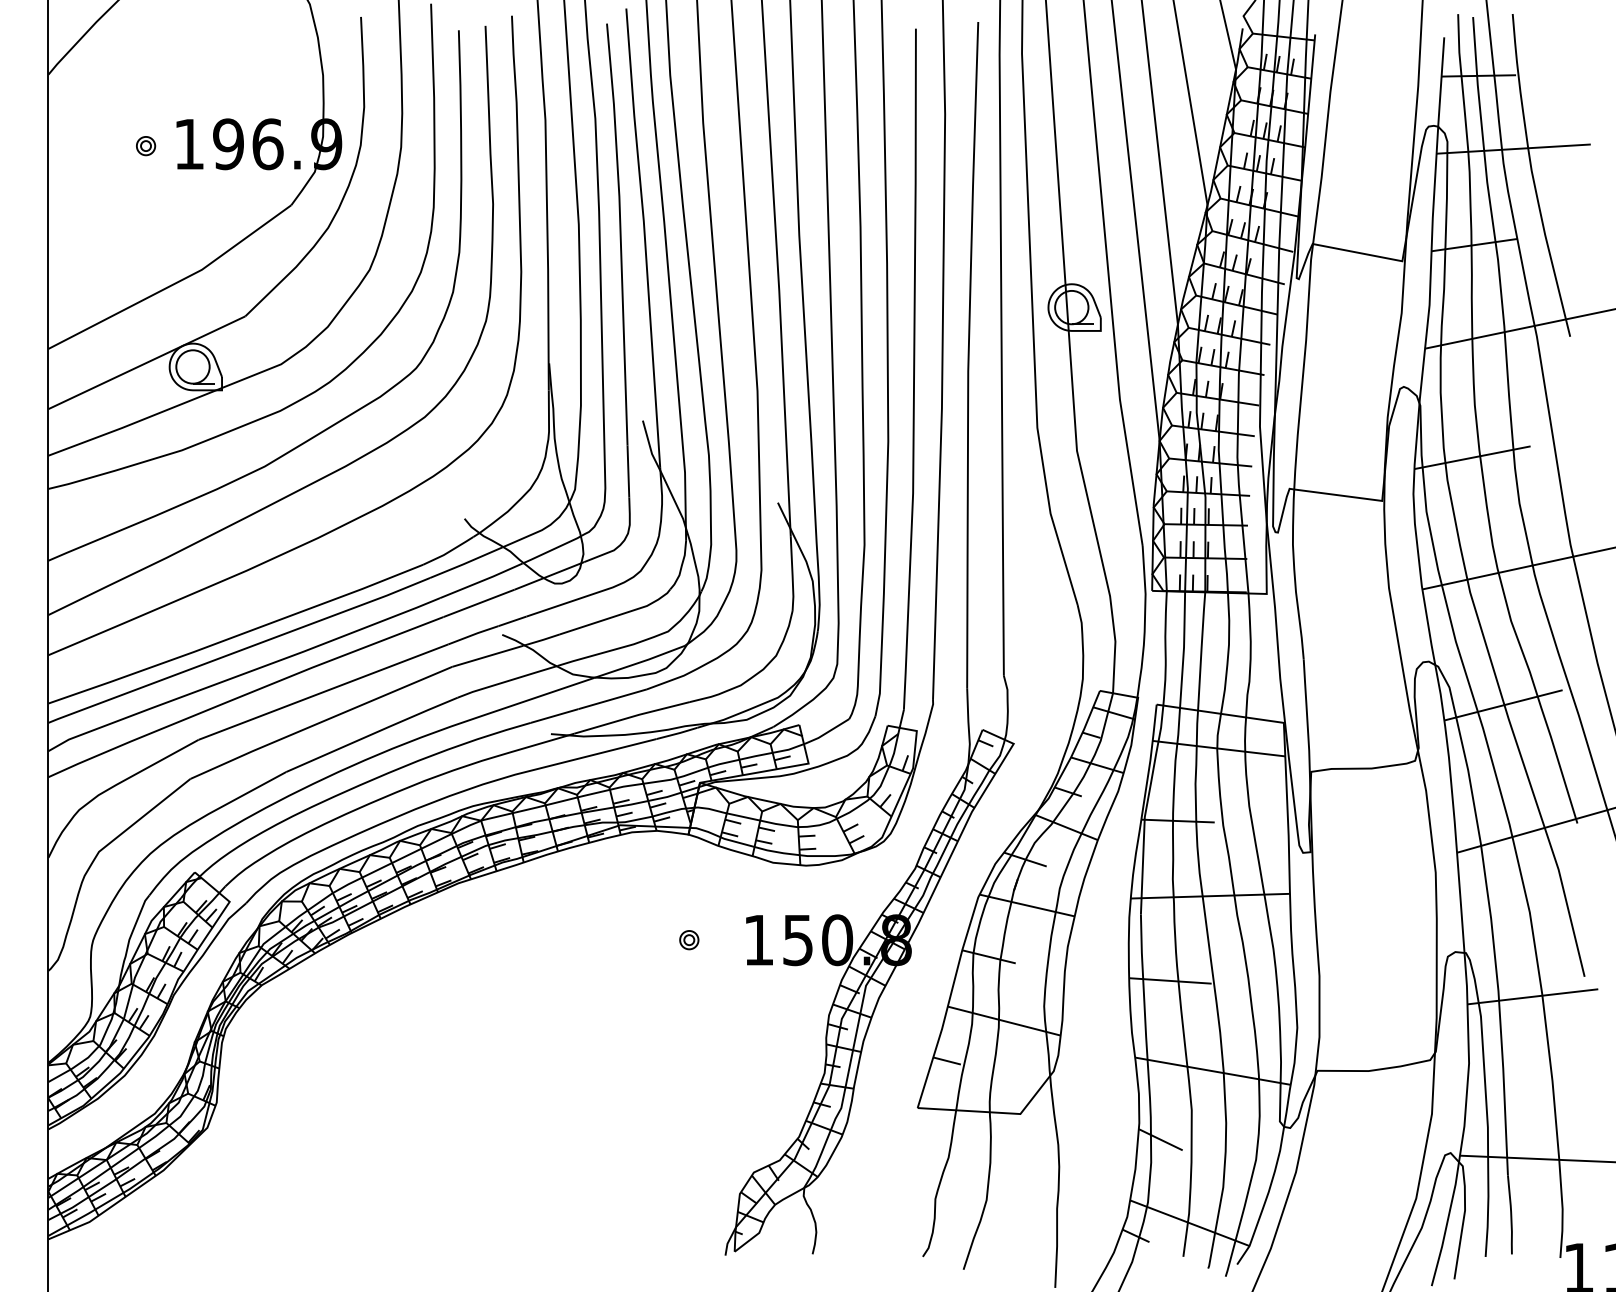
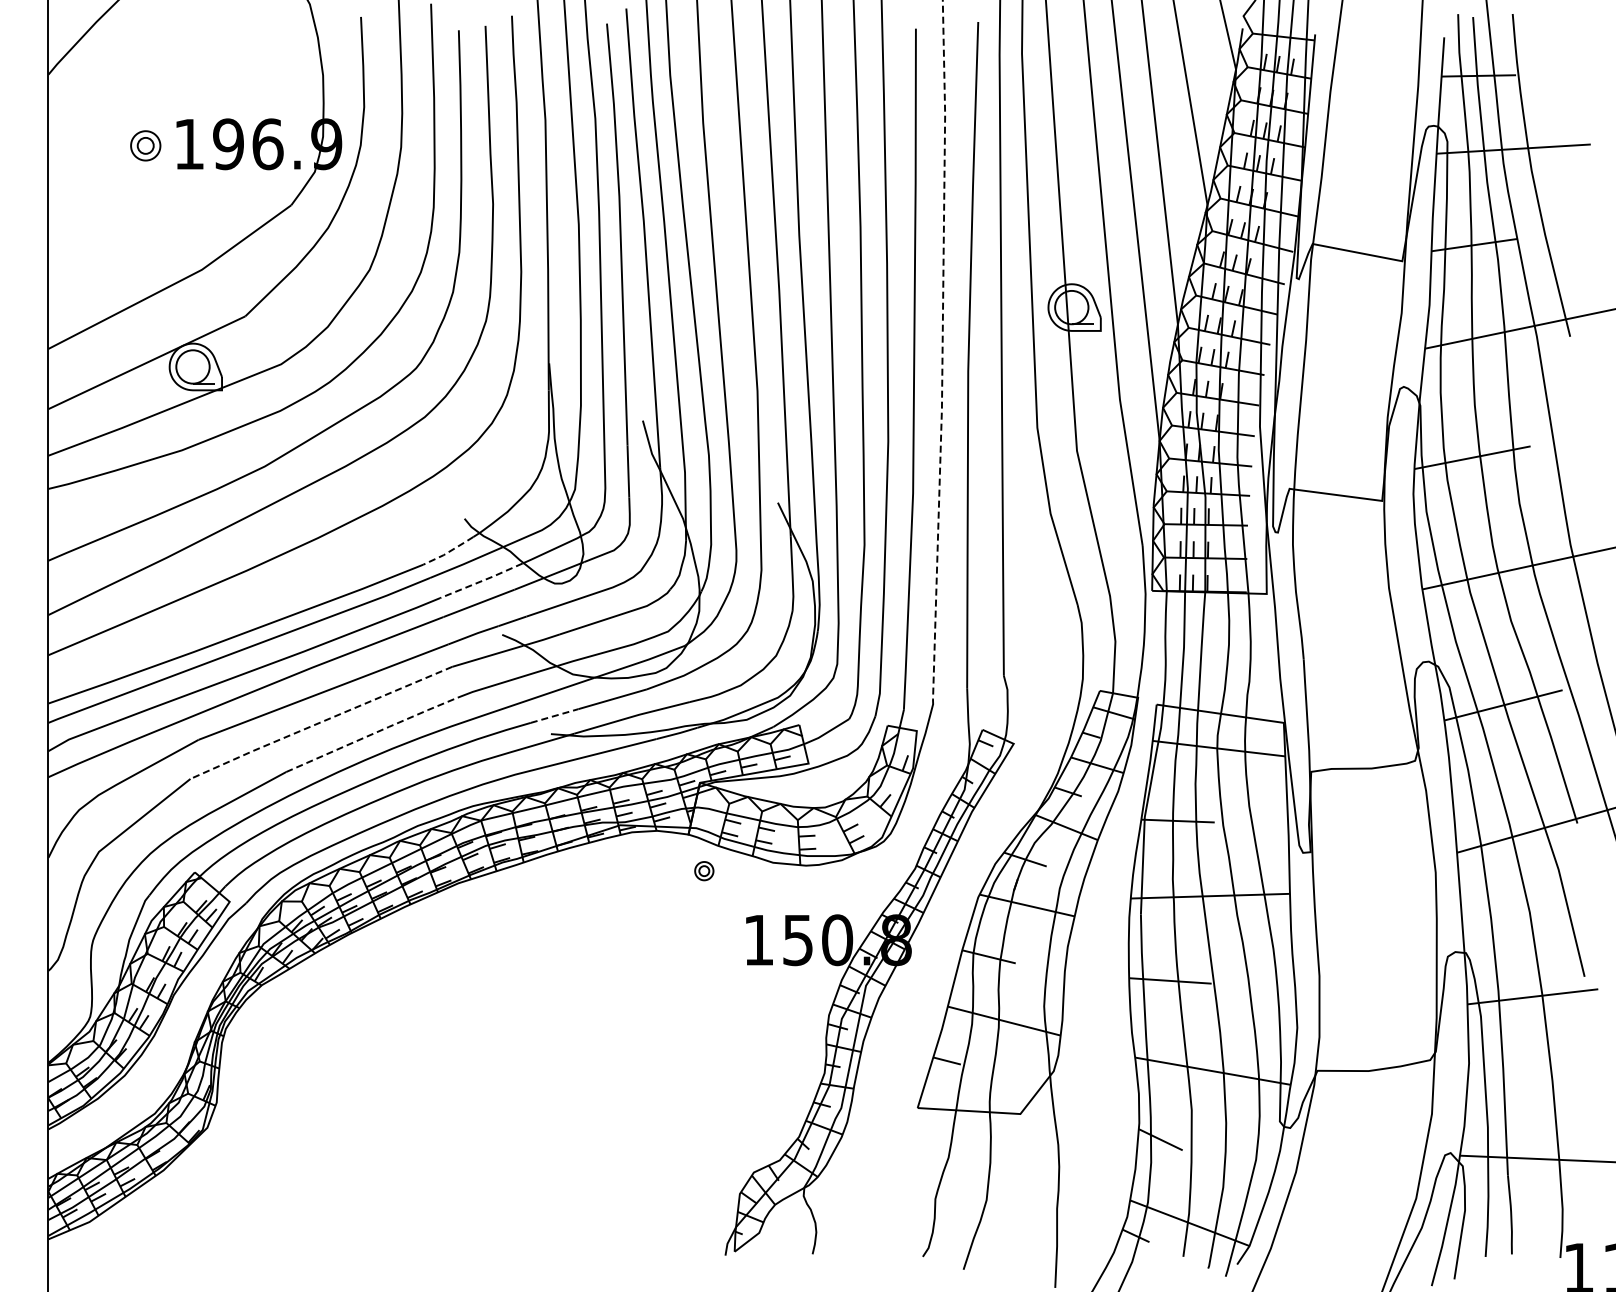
part at (146, 146) size: 21x21 px -> 32x32 px
line at (942, 350): solid -> dashed
line at (448, 552): solid -> dashed
line at (481, 581): solid -> dashed
line at (554, 716): solid -> dashed
line at (320, 722): solid -> dashed
line at (373, 733): solid -> dashed
part at (689, 940) position: (689, 940) -> (704, 871)
